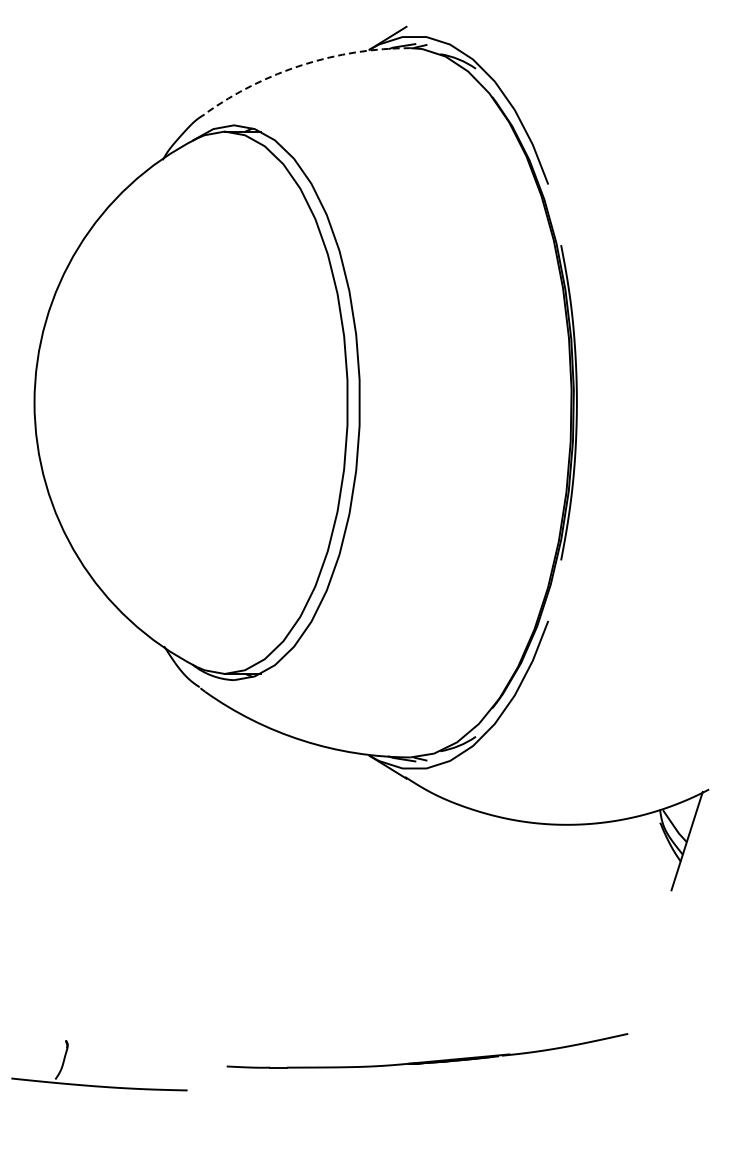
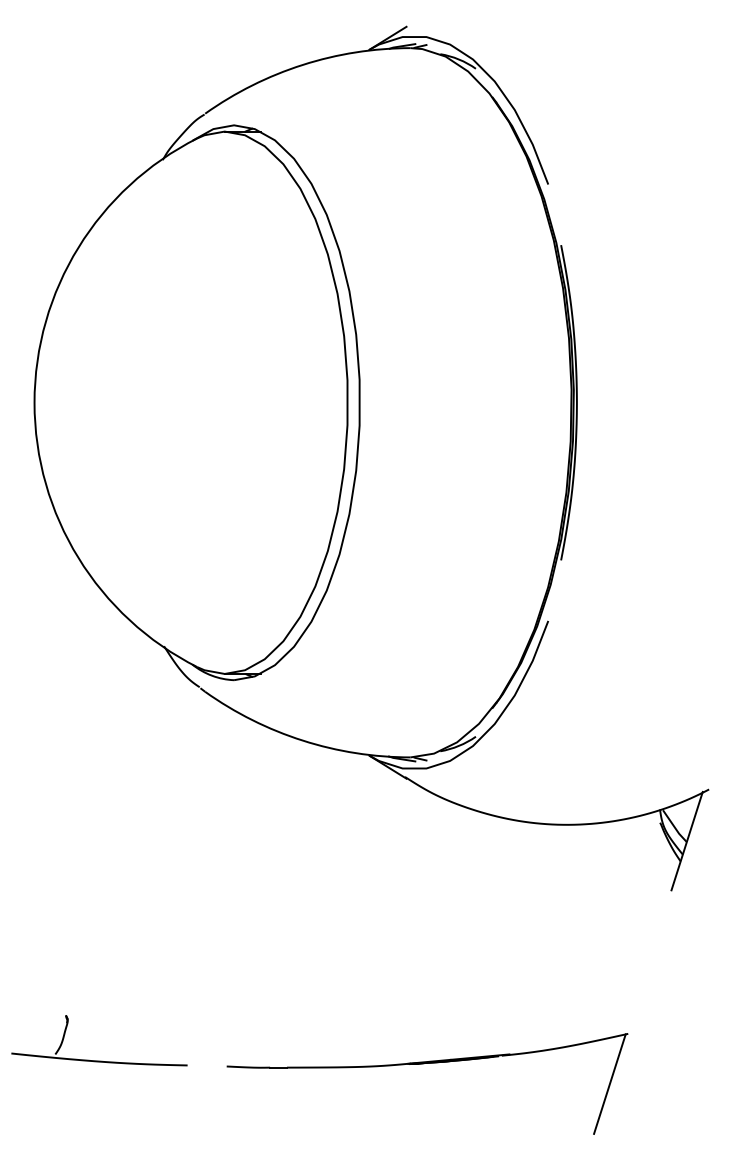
arc at (302, 64): dashed -> solid
line at (609, 1083): none -> present
part at (99, 1085) position: (99, 1085) -> (99, 1060)
